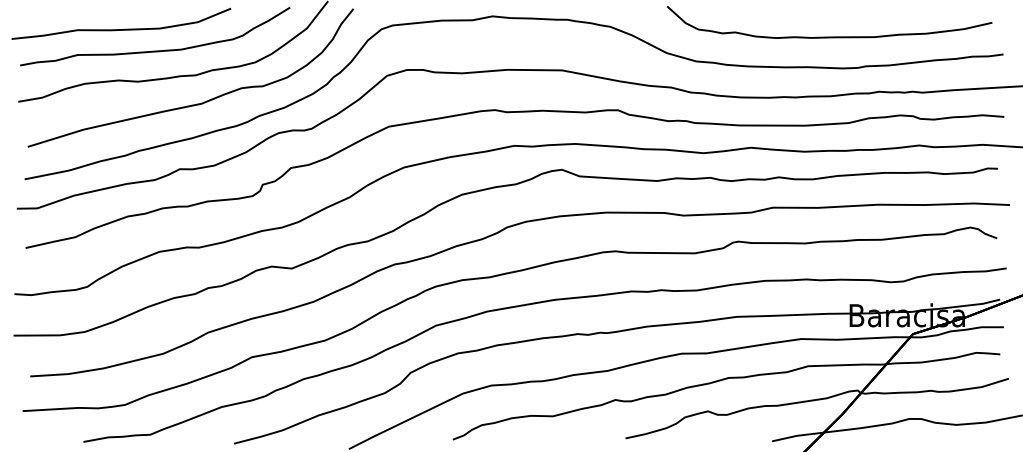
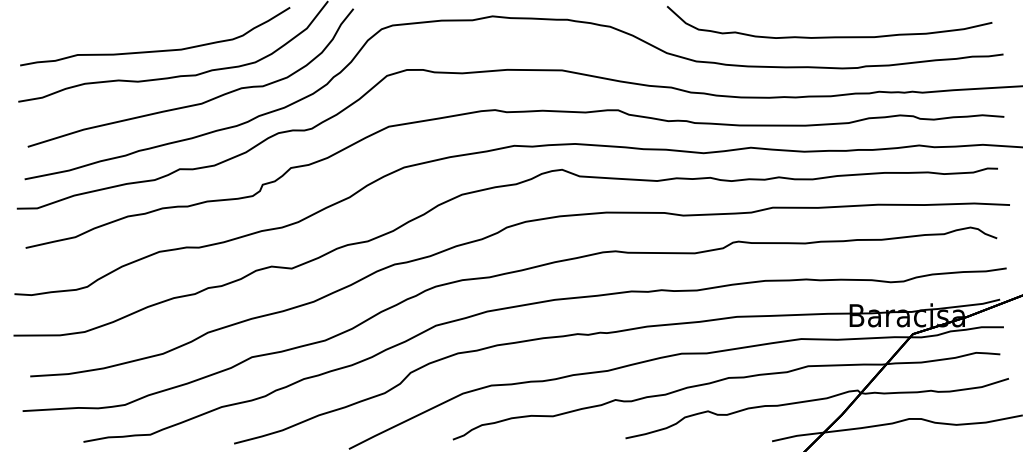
curve at (124, 28): present -> none
